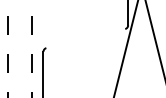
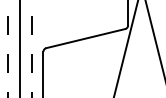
line at (85, 38): none -> present
line at (20, 48): none -> present
